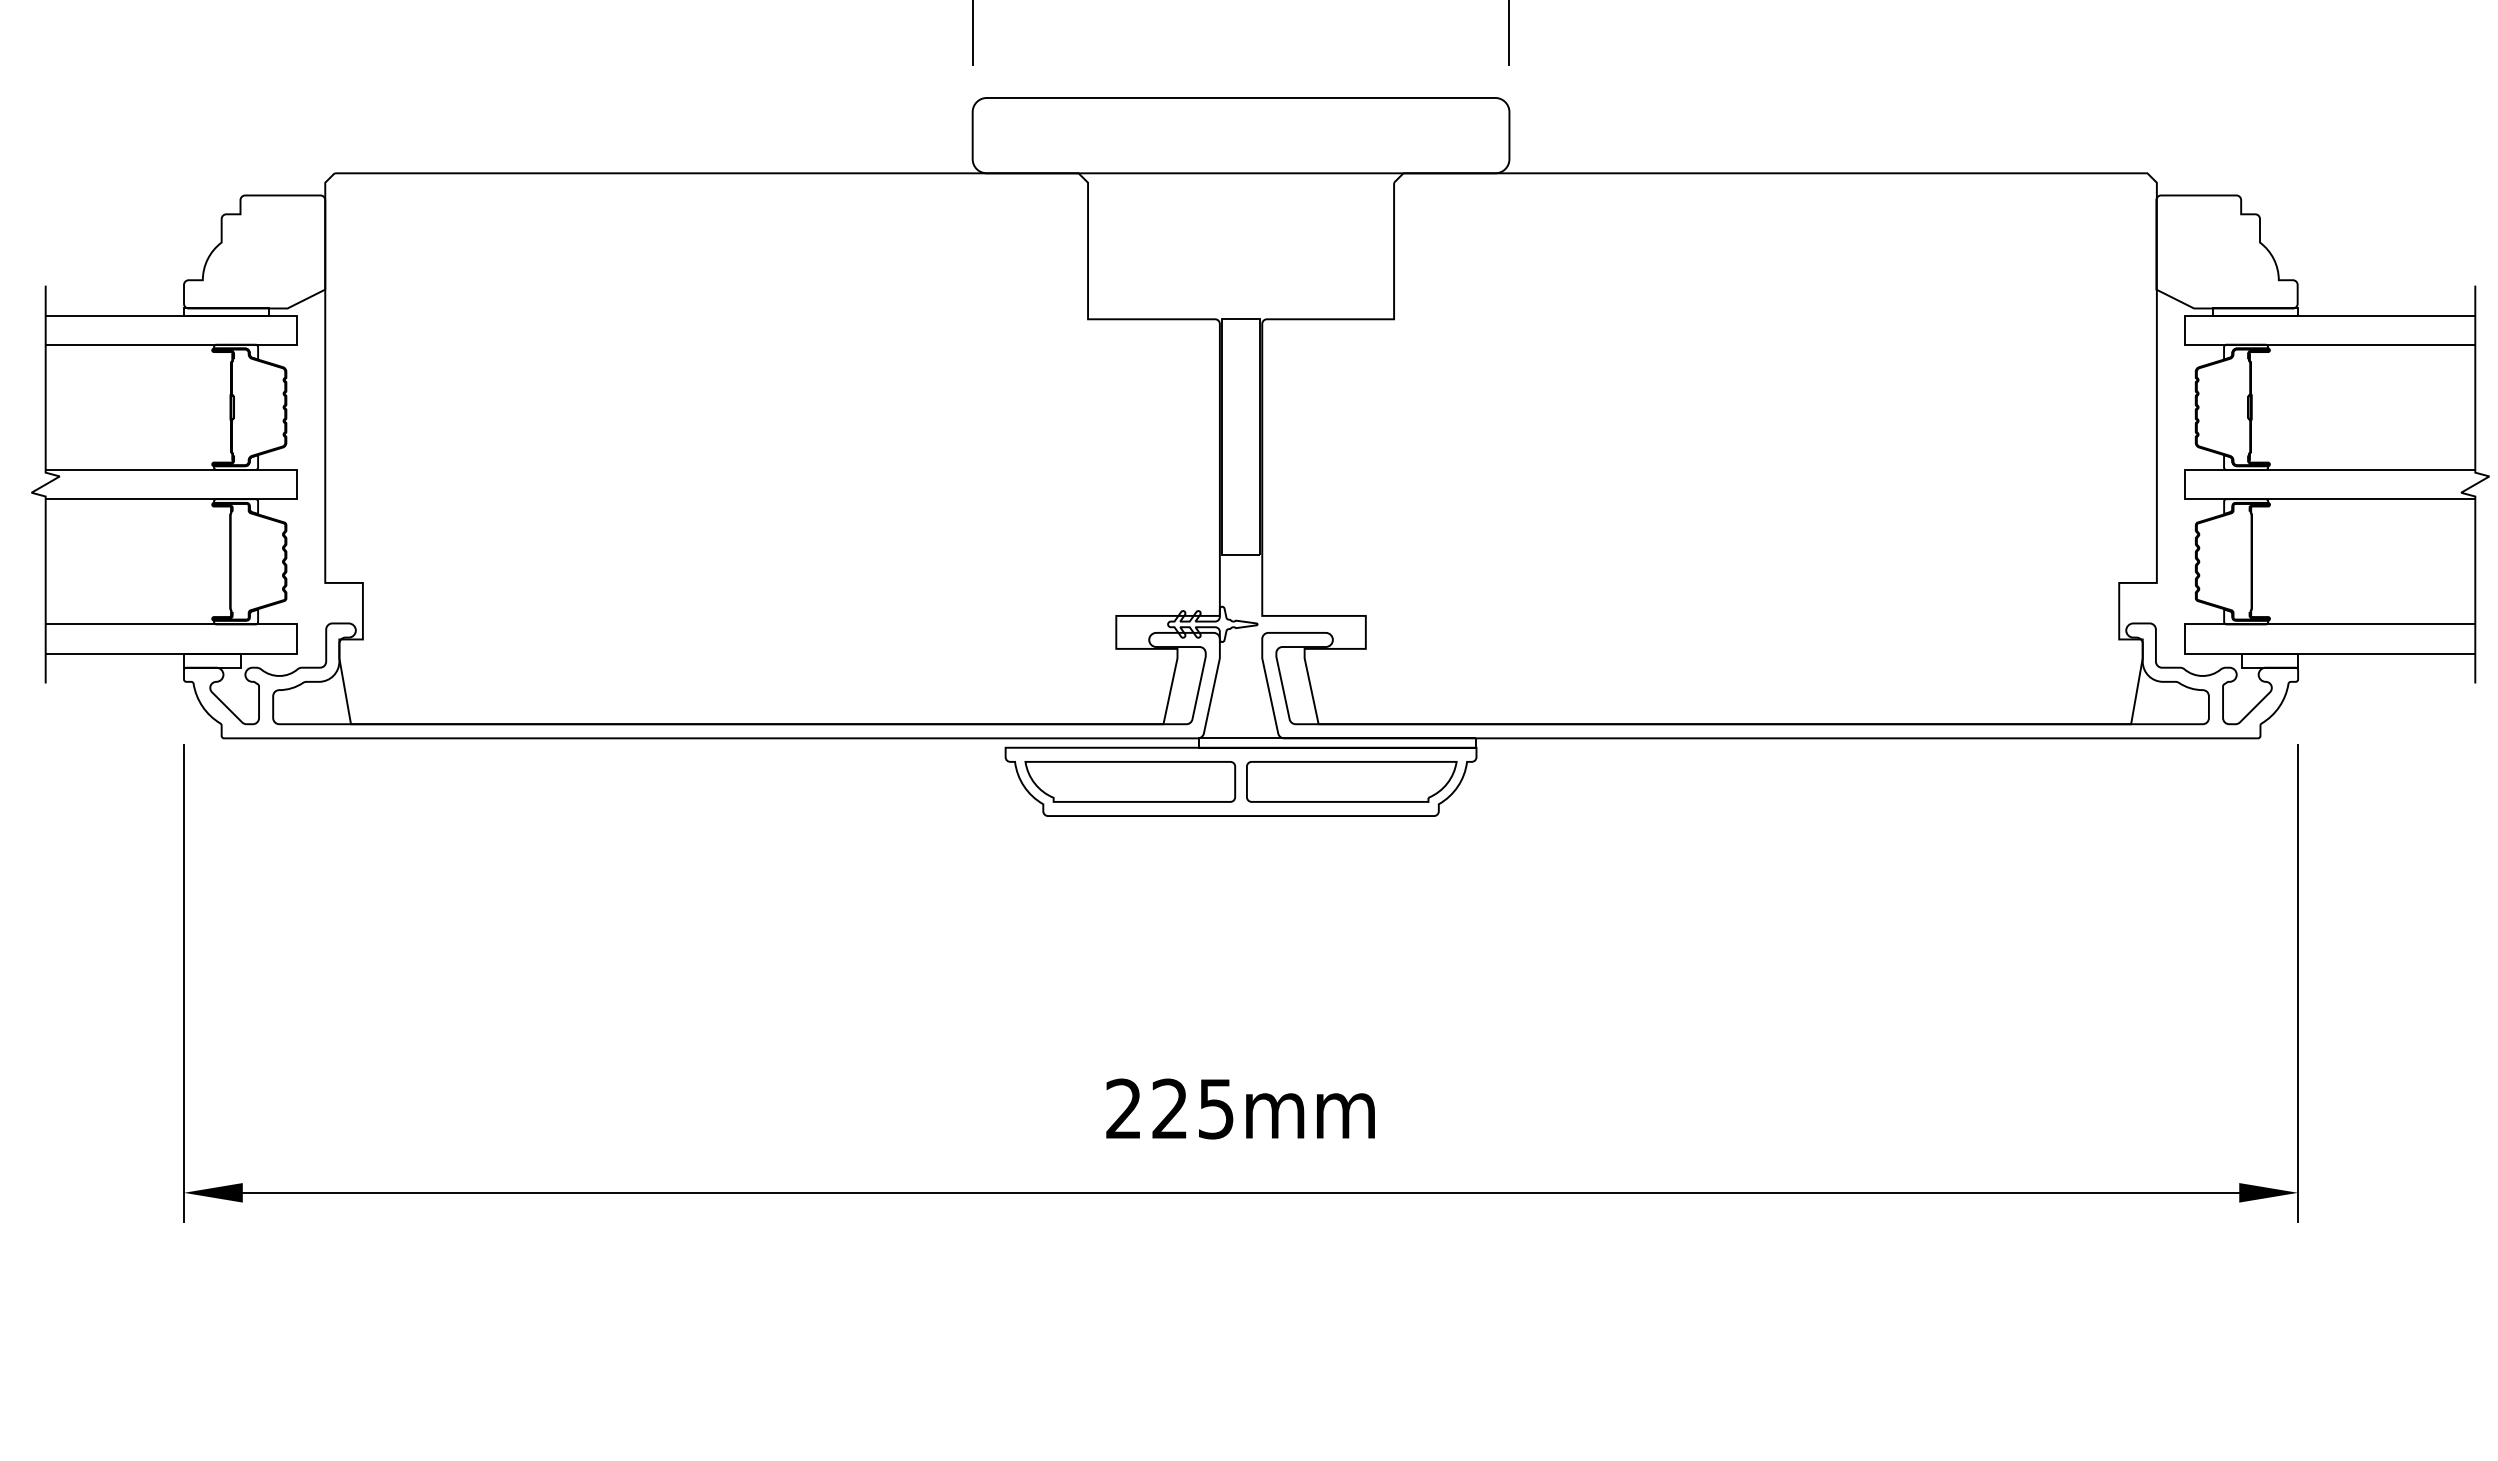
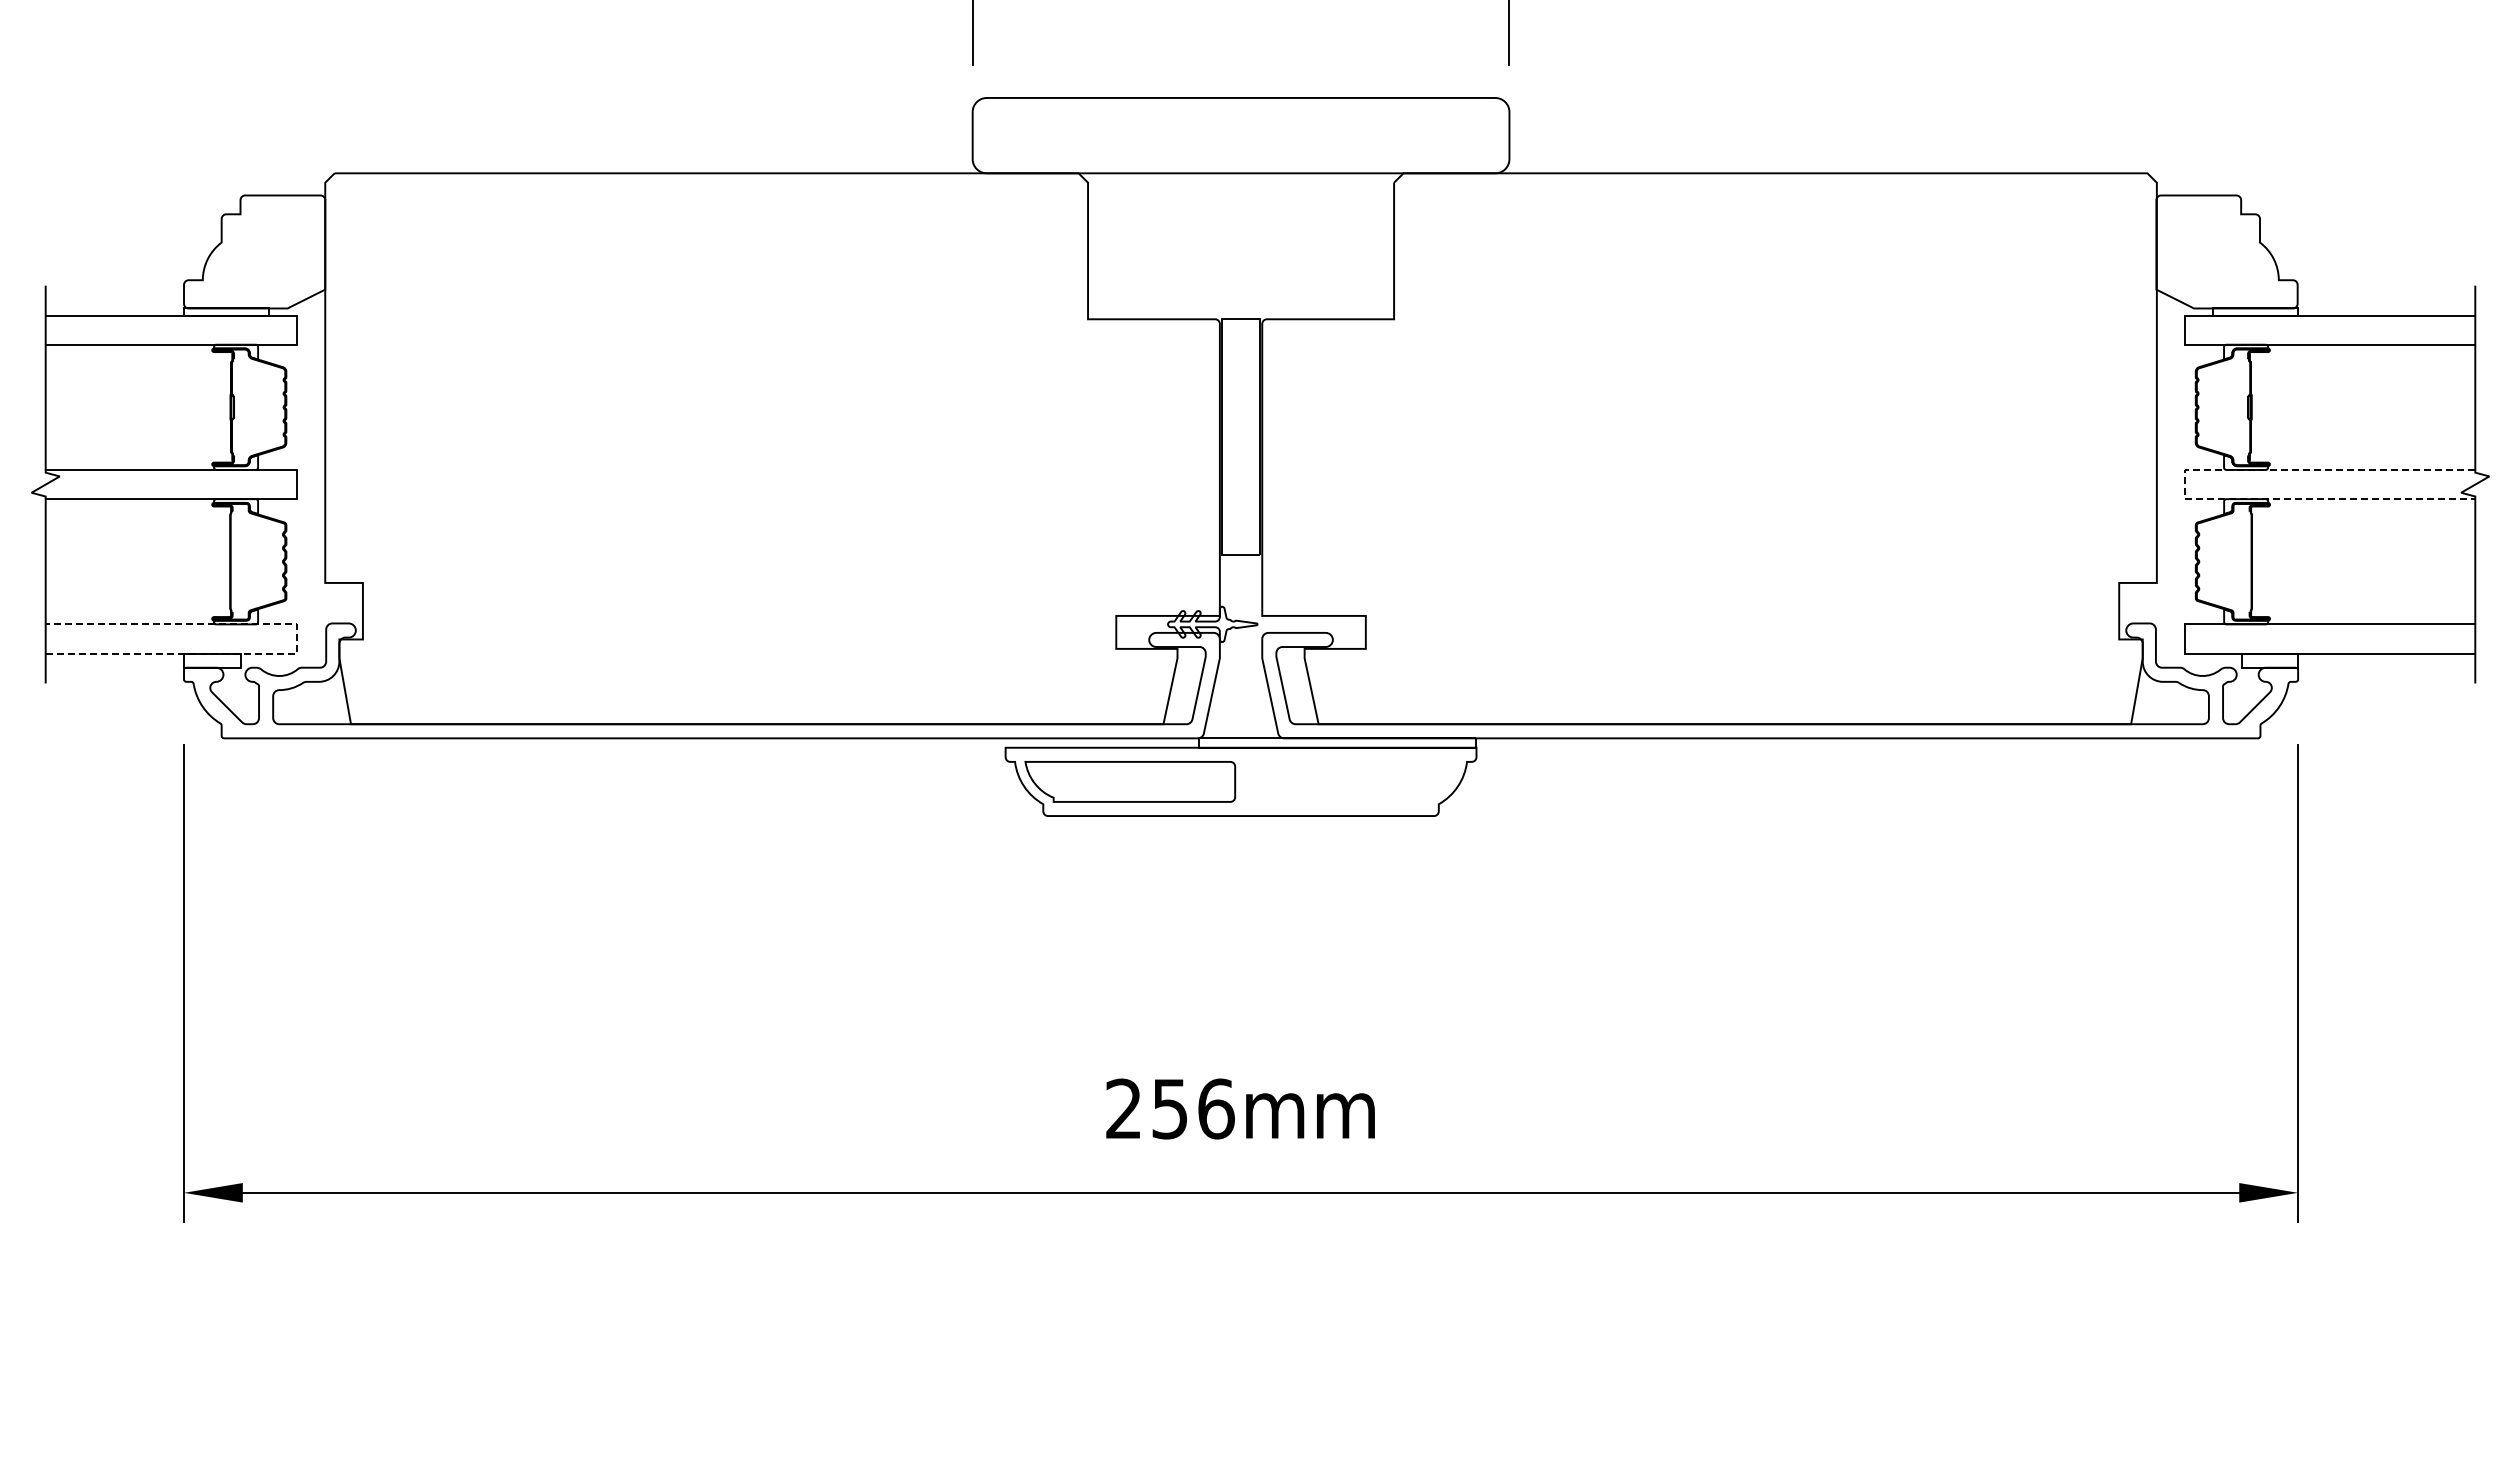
line at (2185, 484): solid -> dashed
line at (297, 639): solid -> dashed
part at (1351, 781): present -> none
text at (1193, 1108): 225mm -> 256mm
